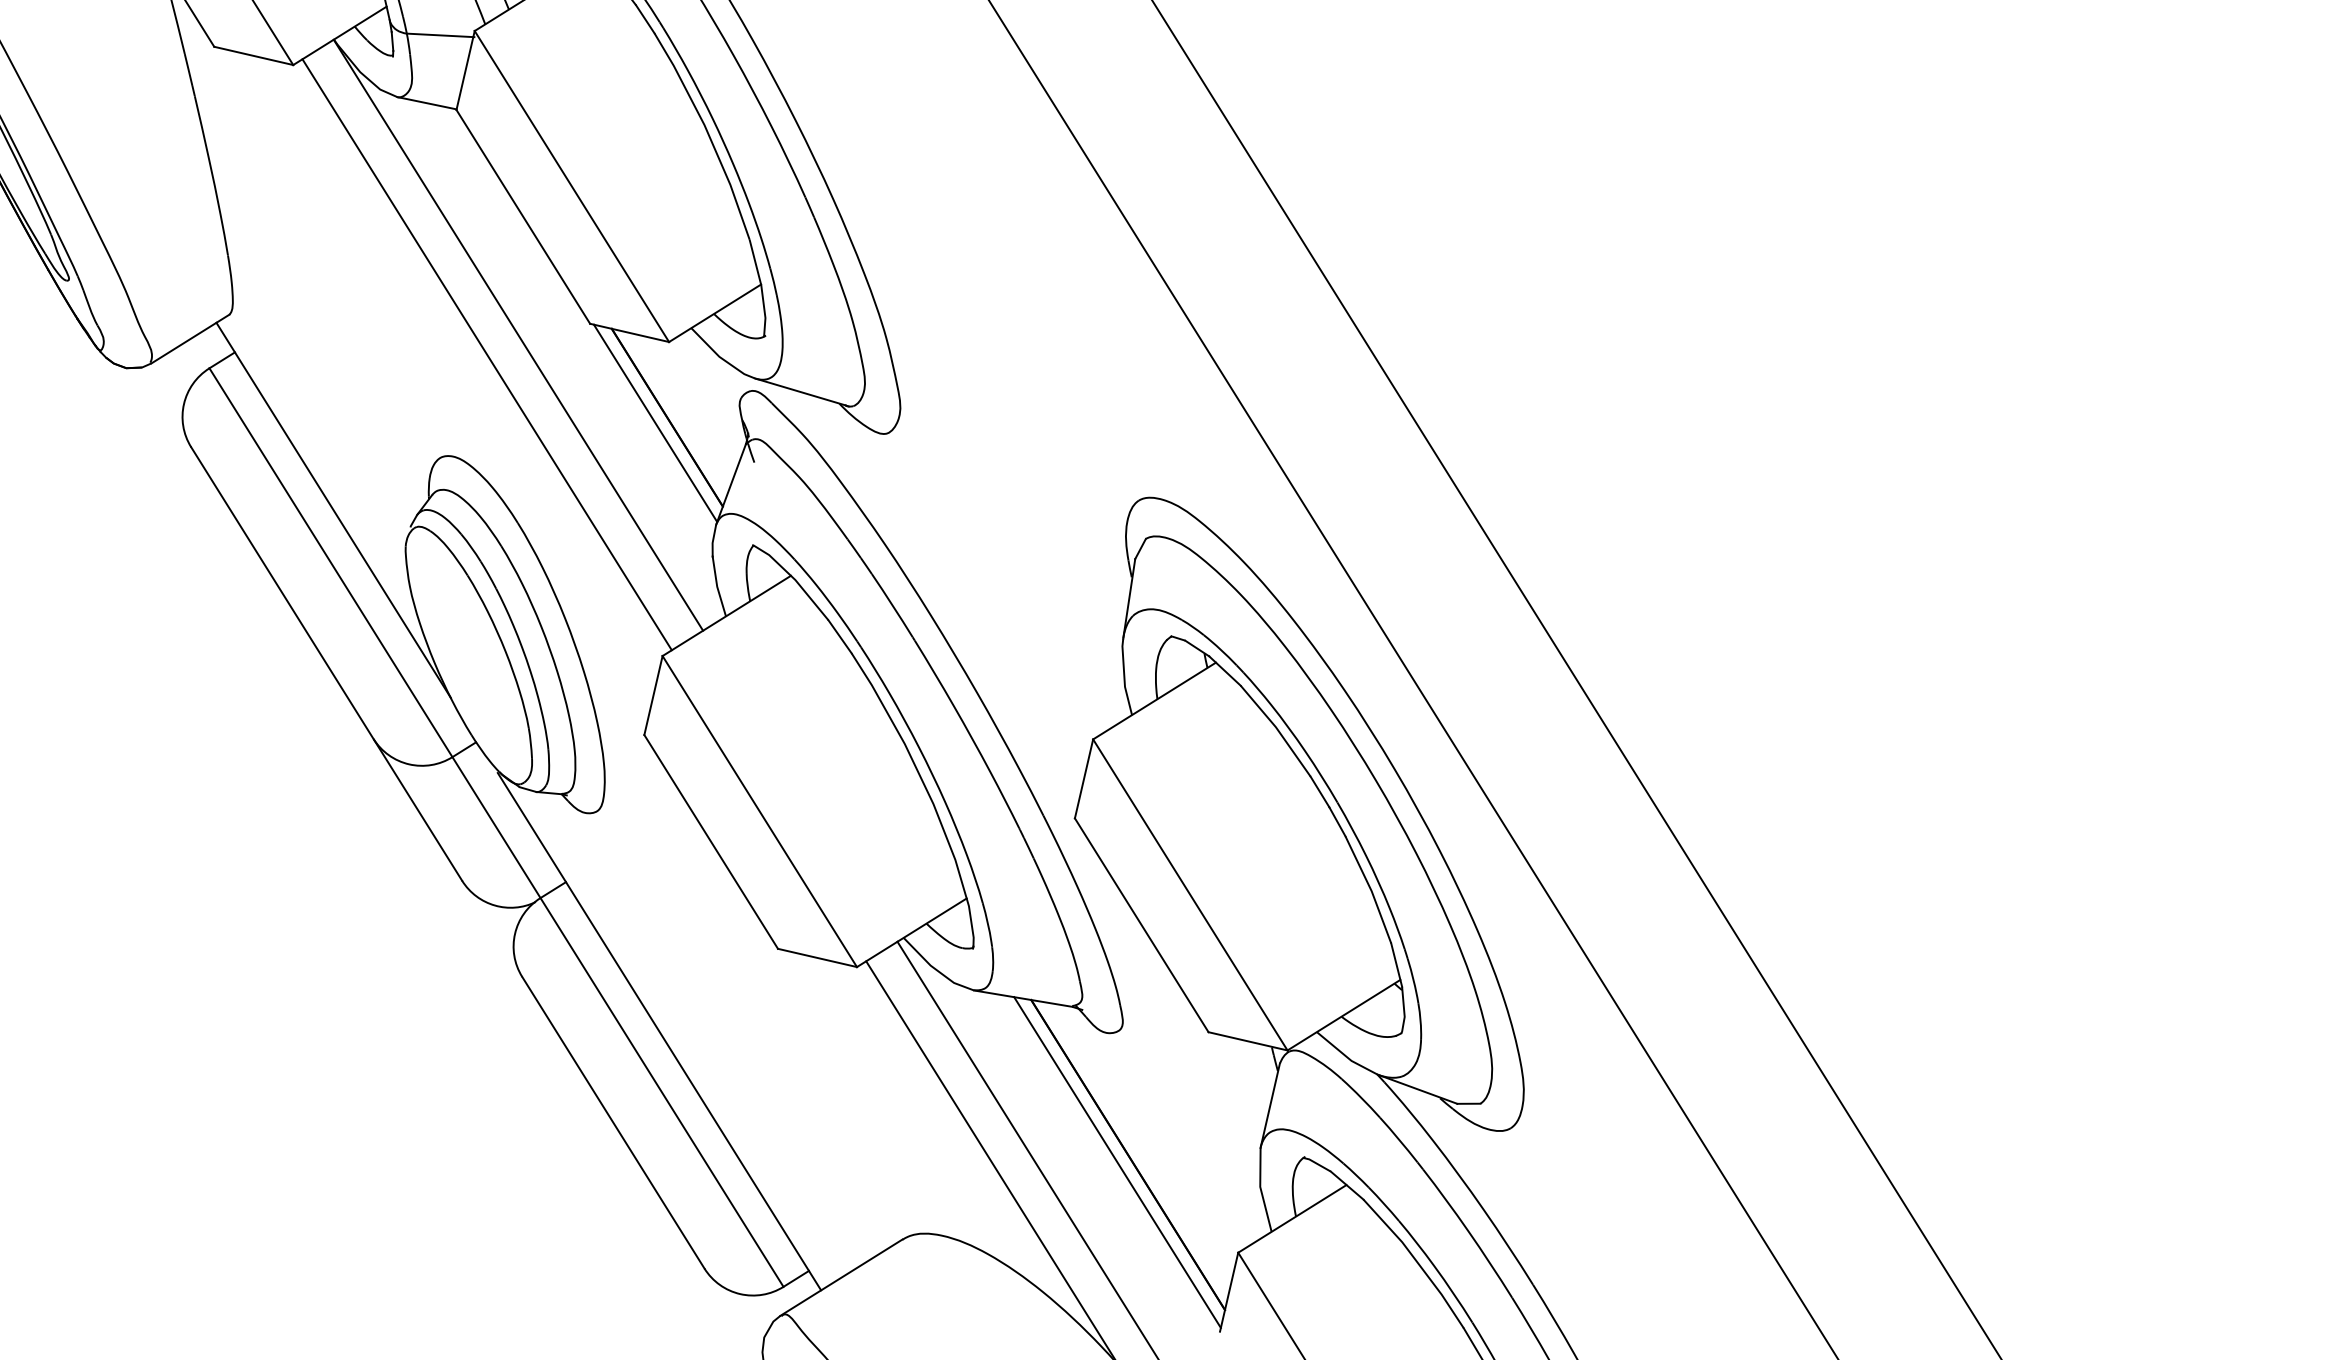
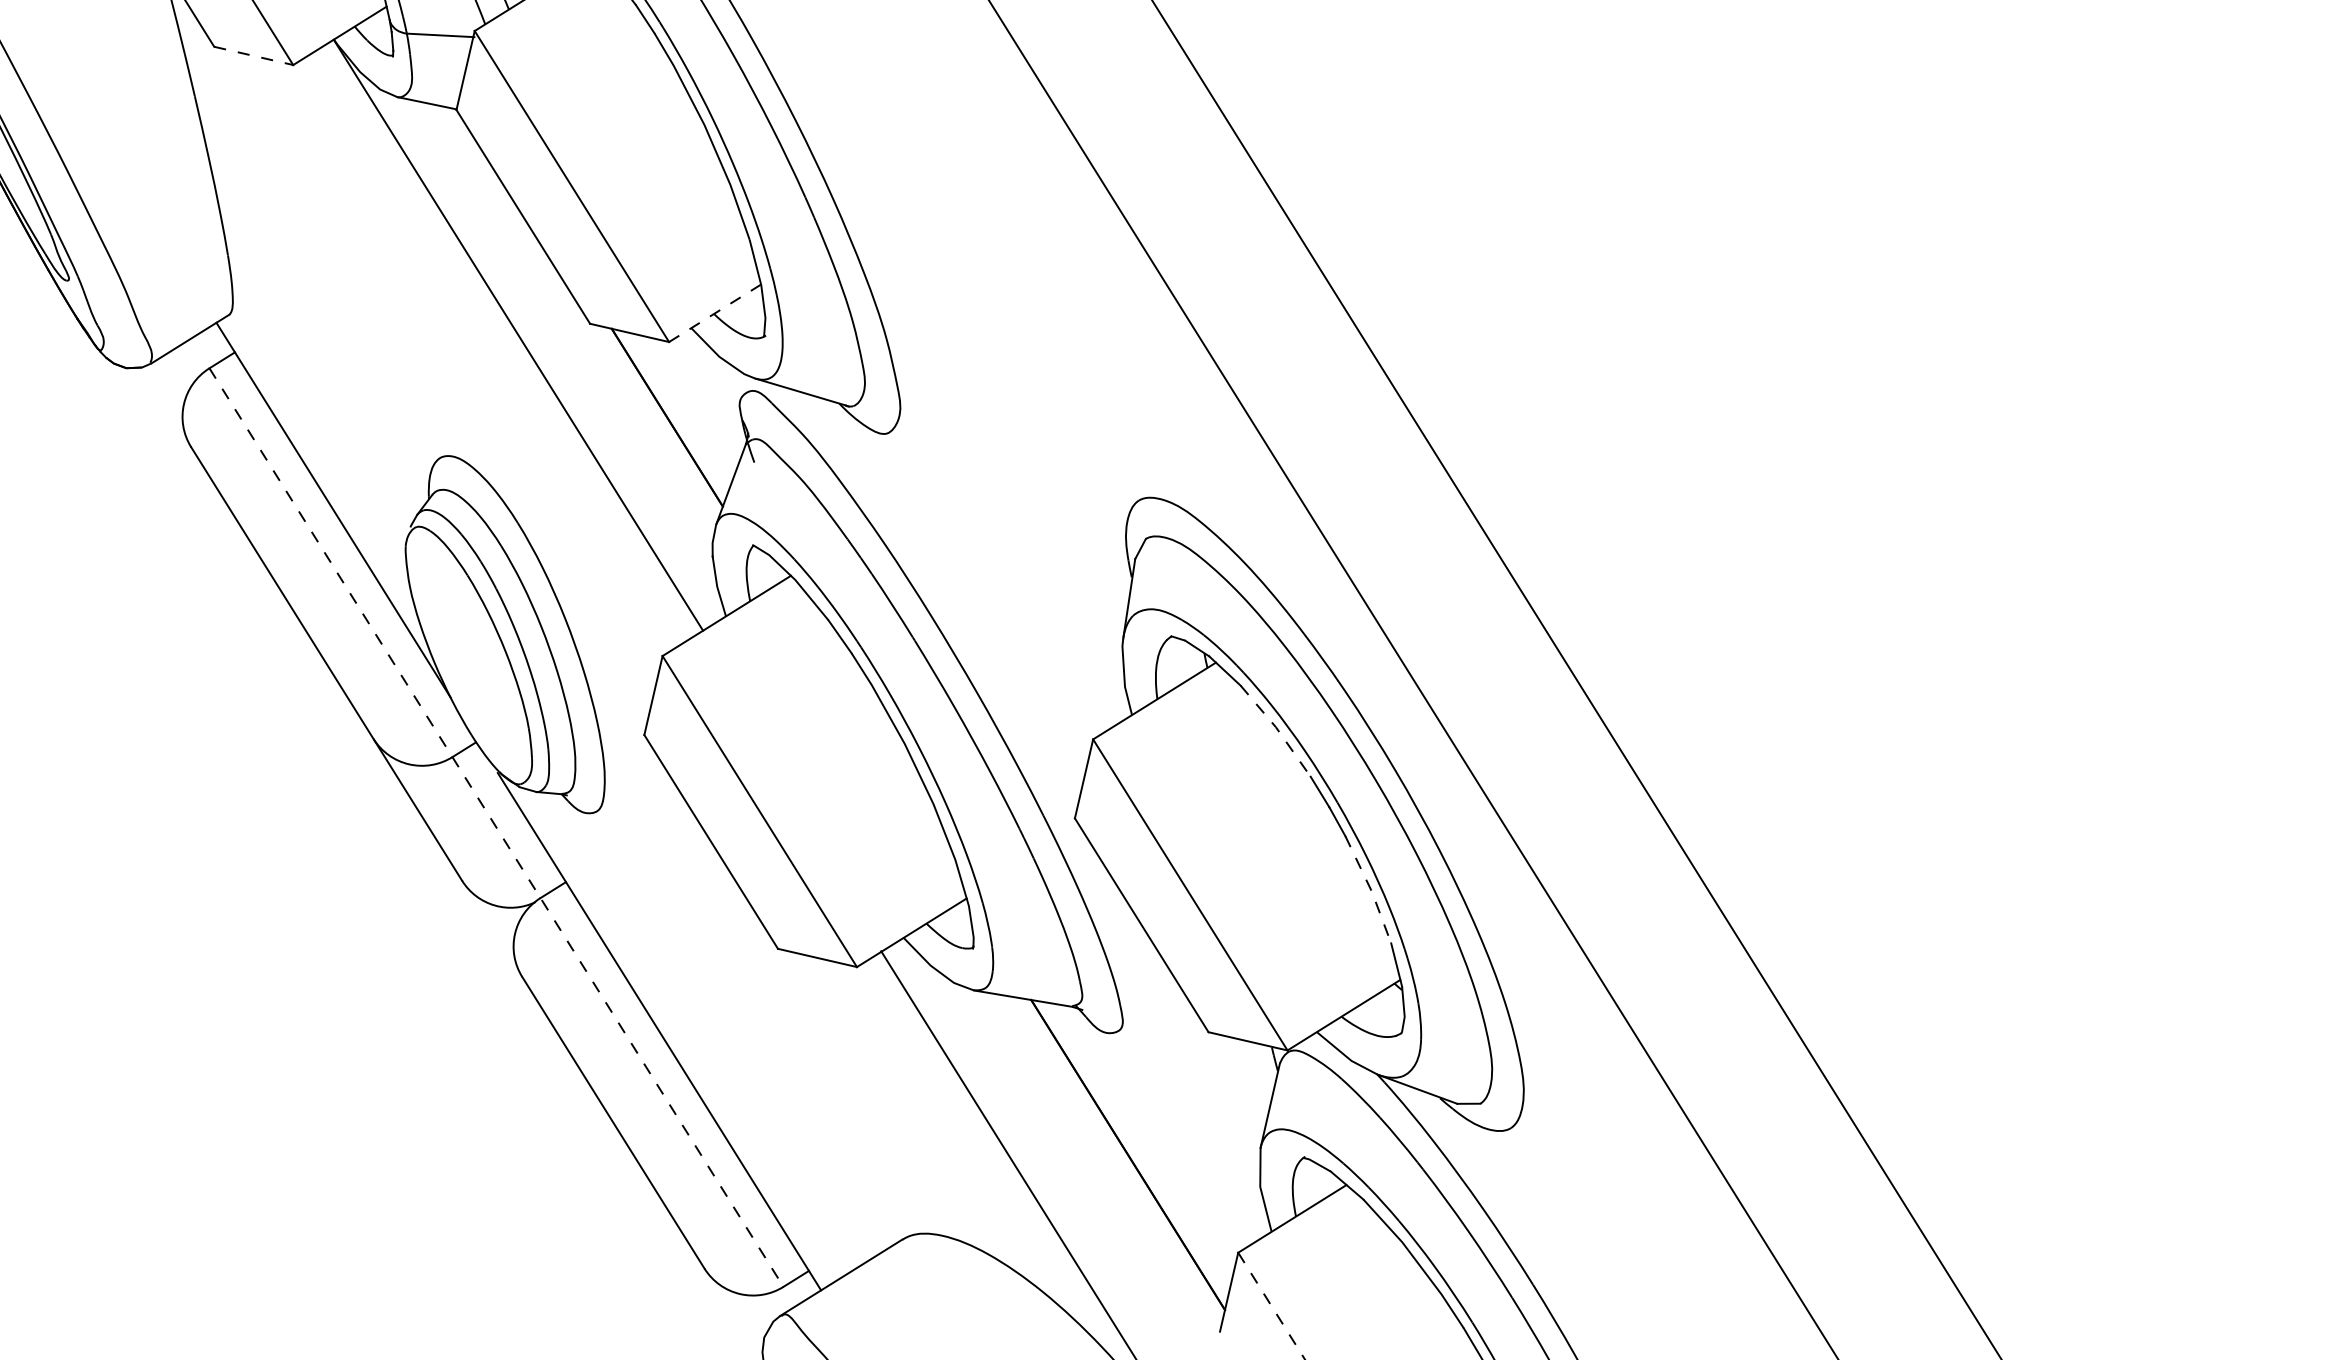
line at (253, 55): solid -> dashed
line at (714, 313): solid -> dashed
line at (486, 354): present -> none
line at (655, 422): present -> none
line at (1277, 729): solid -> dashed
line at (496, 827): solid -> dashed
line at (1370, 889): solid -> dashed
line at (1026, 1148): present -> none
line at (989, 1158) position: (989, 1158) -> (1007, 1153)
line at (1117, 1162): present -> none
line at (1271, 1306): solid -> dashed
